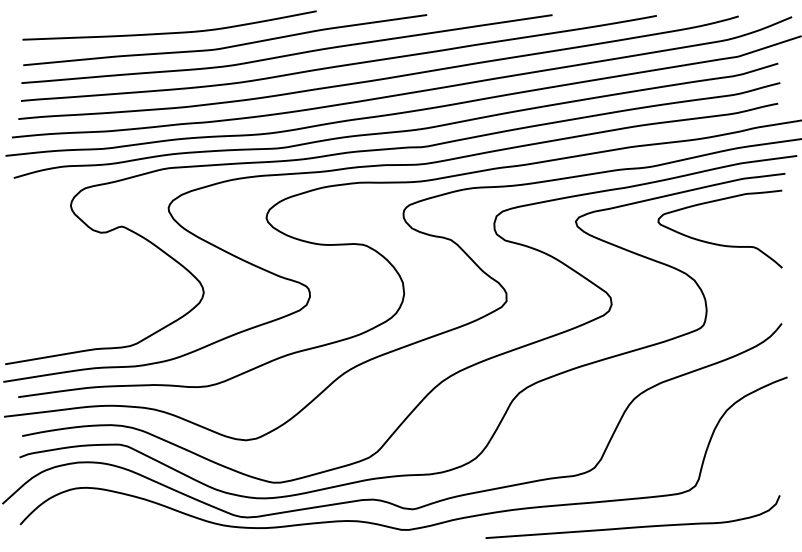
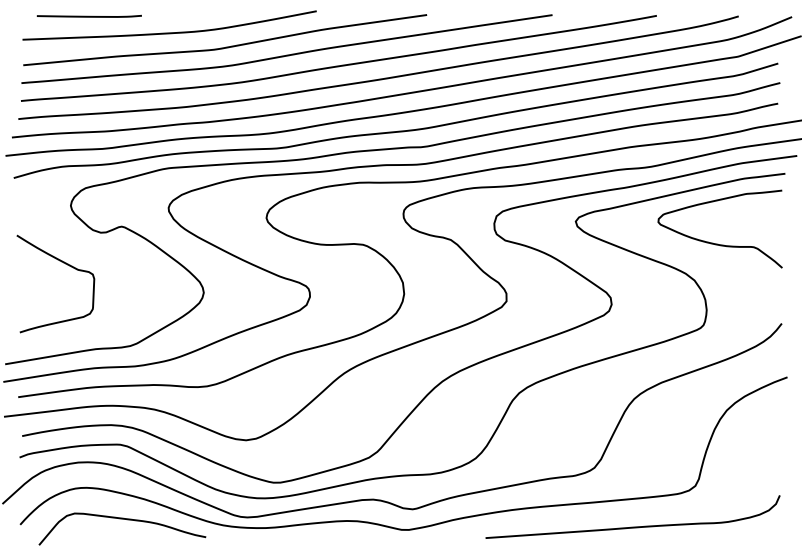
line at (88, 15): none -> present
curve at (65, 264): none -> present
curve at (122, 519): none -> present
